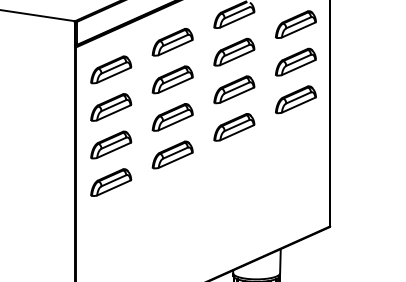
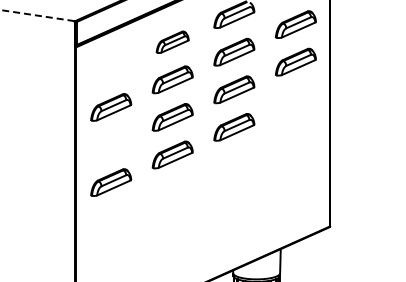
line at (38, 15): solid -> dashed
part at (172, 42) size: 43x29 px -> 35x24 px
part at (111, 69): present -> none
part at (295, 99): present -> none
part at (111, 144): present -> none
